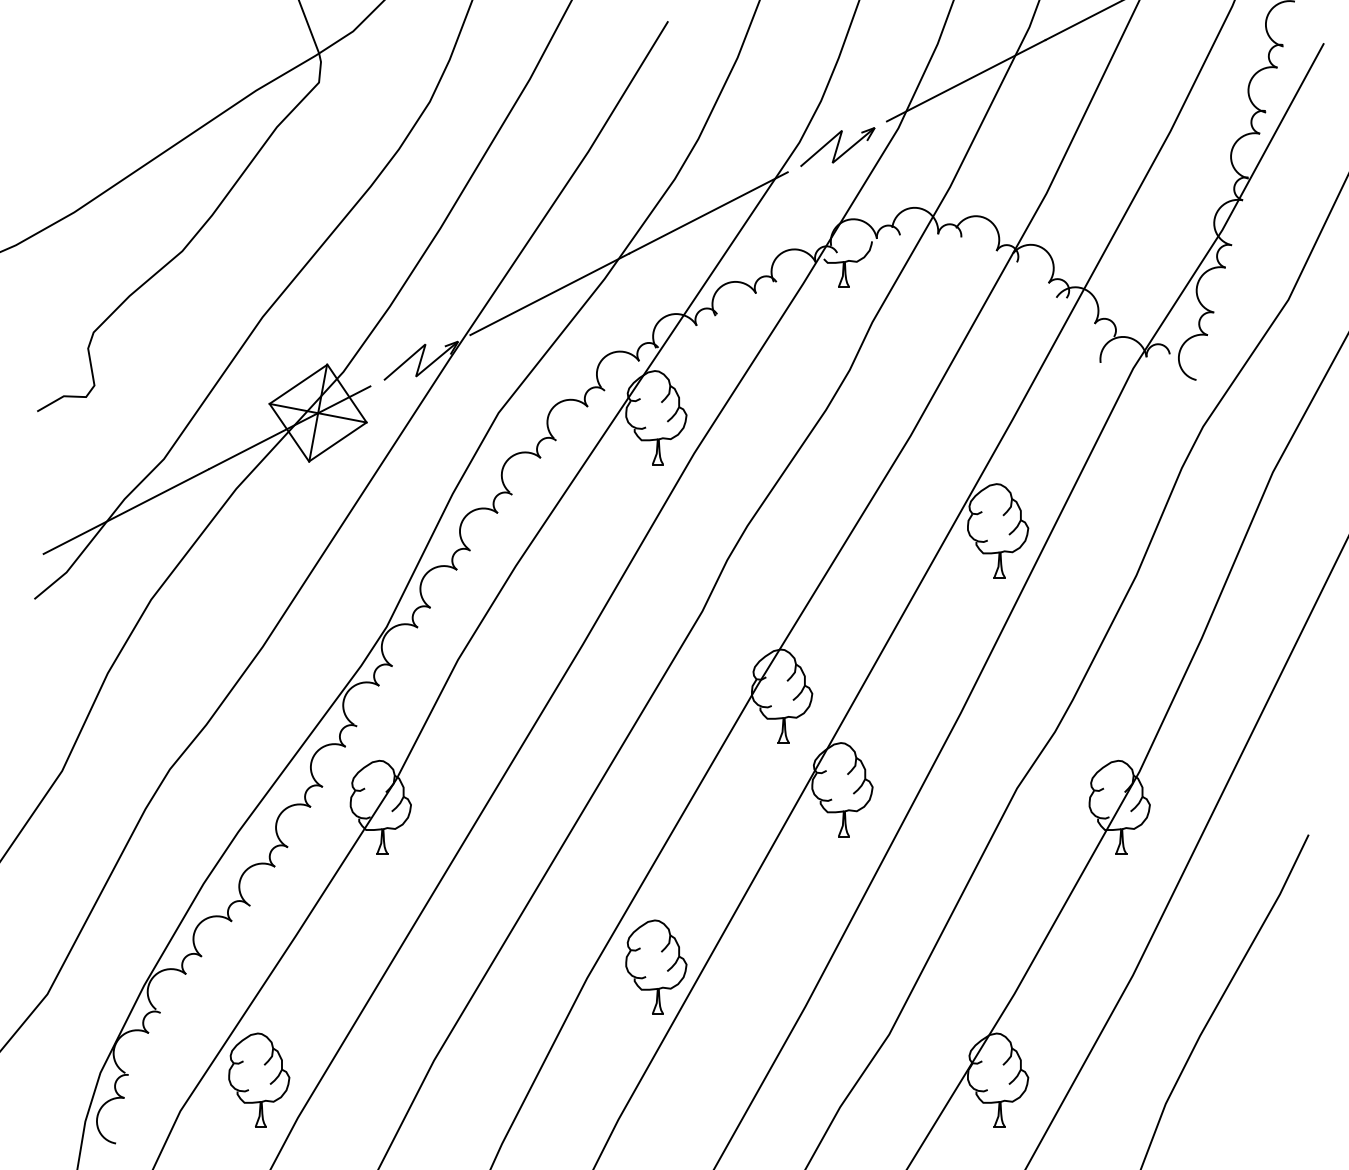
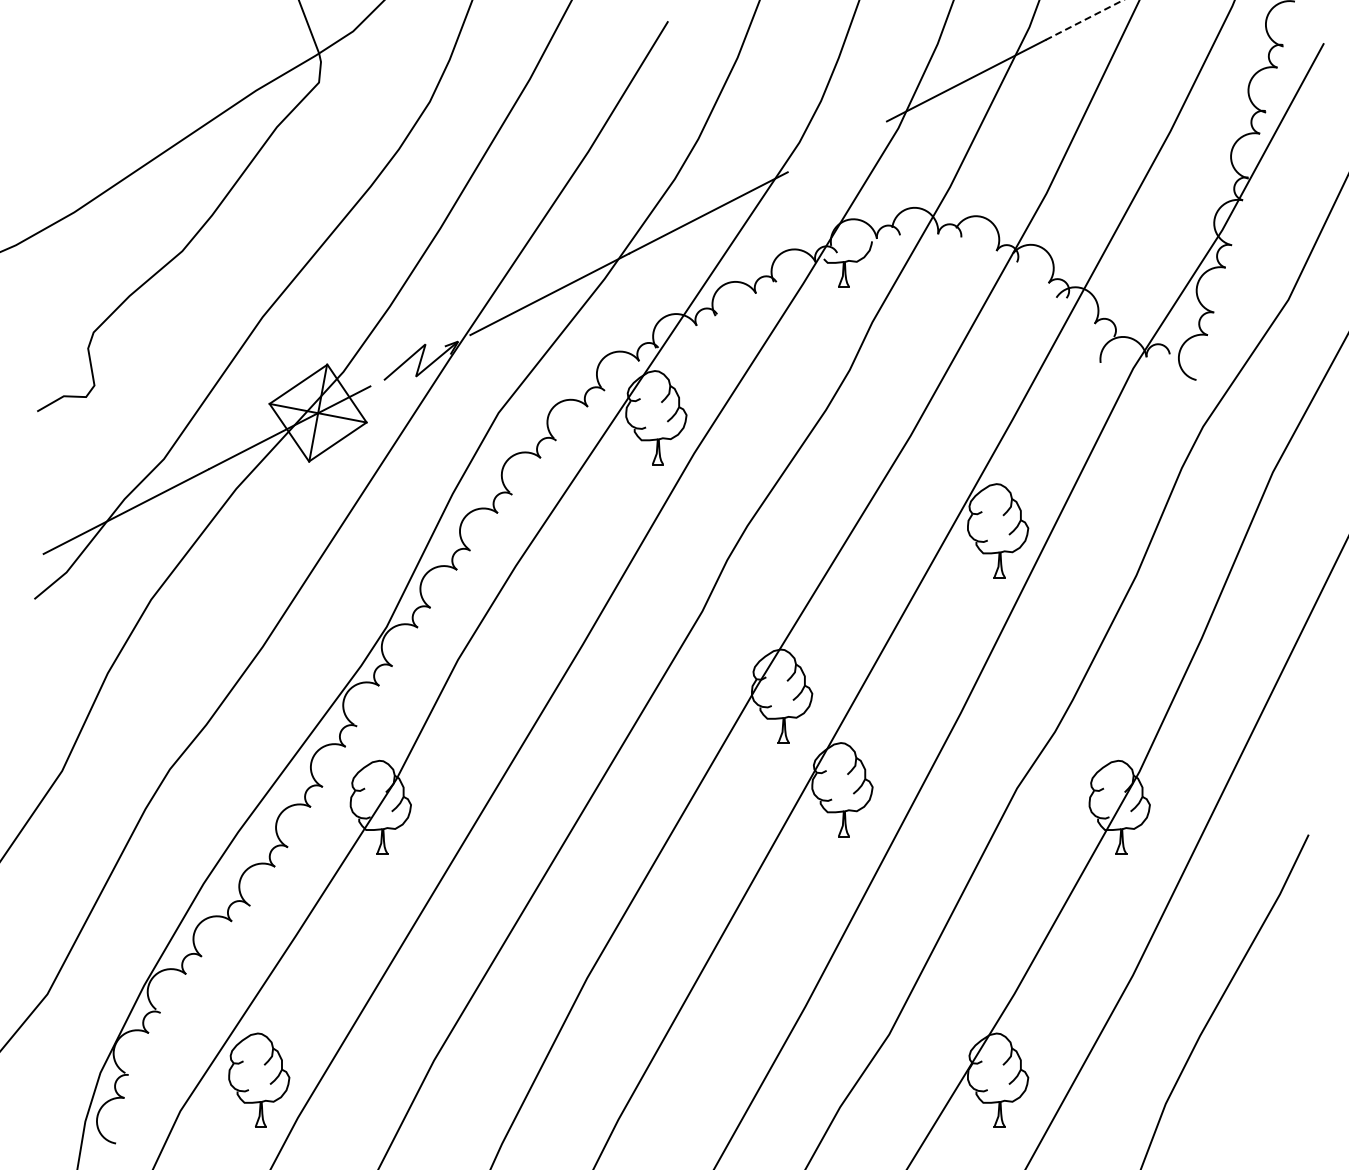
line at (1084, 20): solid -> dashed
part at (837, 146): present -> none
part at (656, 966): present -> none
